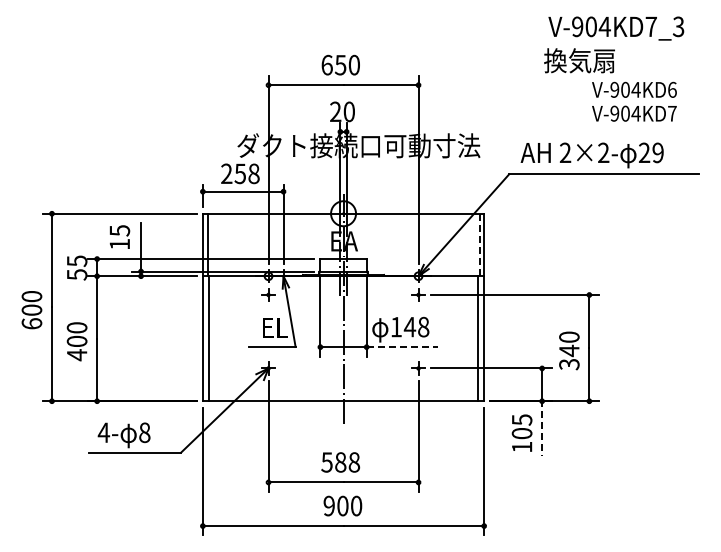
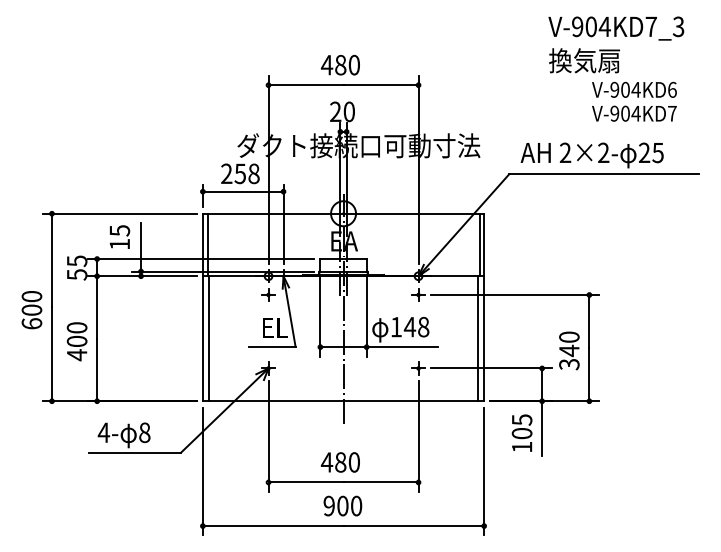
text at (579, 60) position: (579, 60) -> (584, 60)
text at (333, 64): 650 -> 480
text at (657, 152): 29 -> 25
line at (479, 244): dashed -> solid
line at (402, 347): dashed -> solid
line at (542, 427): dashed -> solid
text at (340, 462): 588 -> 480
